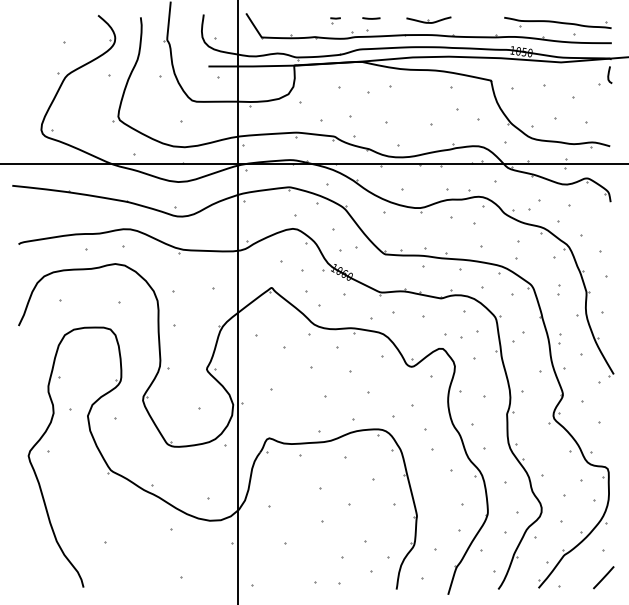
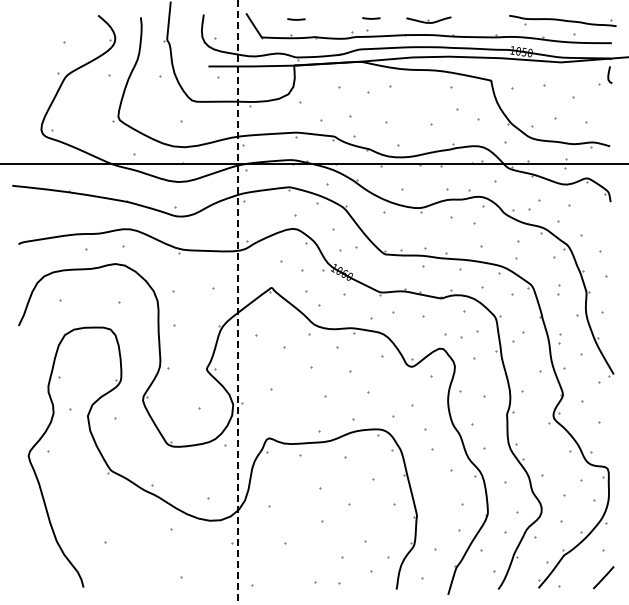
line at (296, 19): none -> present
part at (335, 20): present -> none
part at (557, 22) position: (557, 22) -> (562, 20)
line at (237, 302): solid -> dashed
